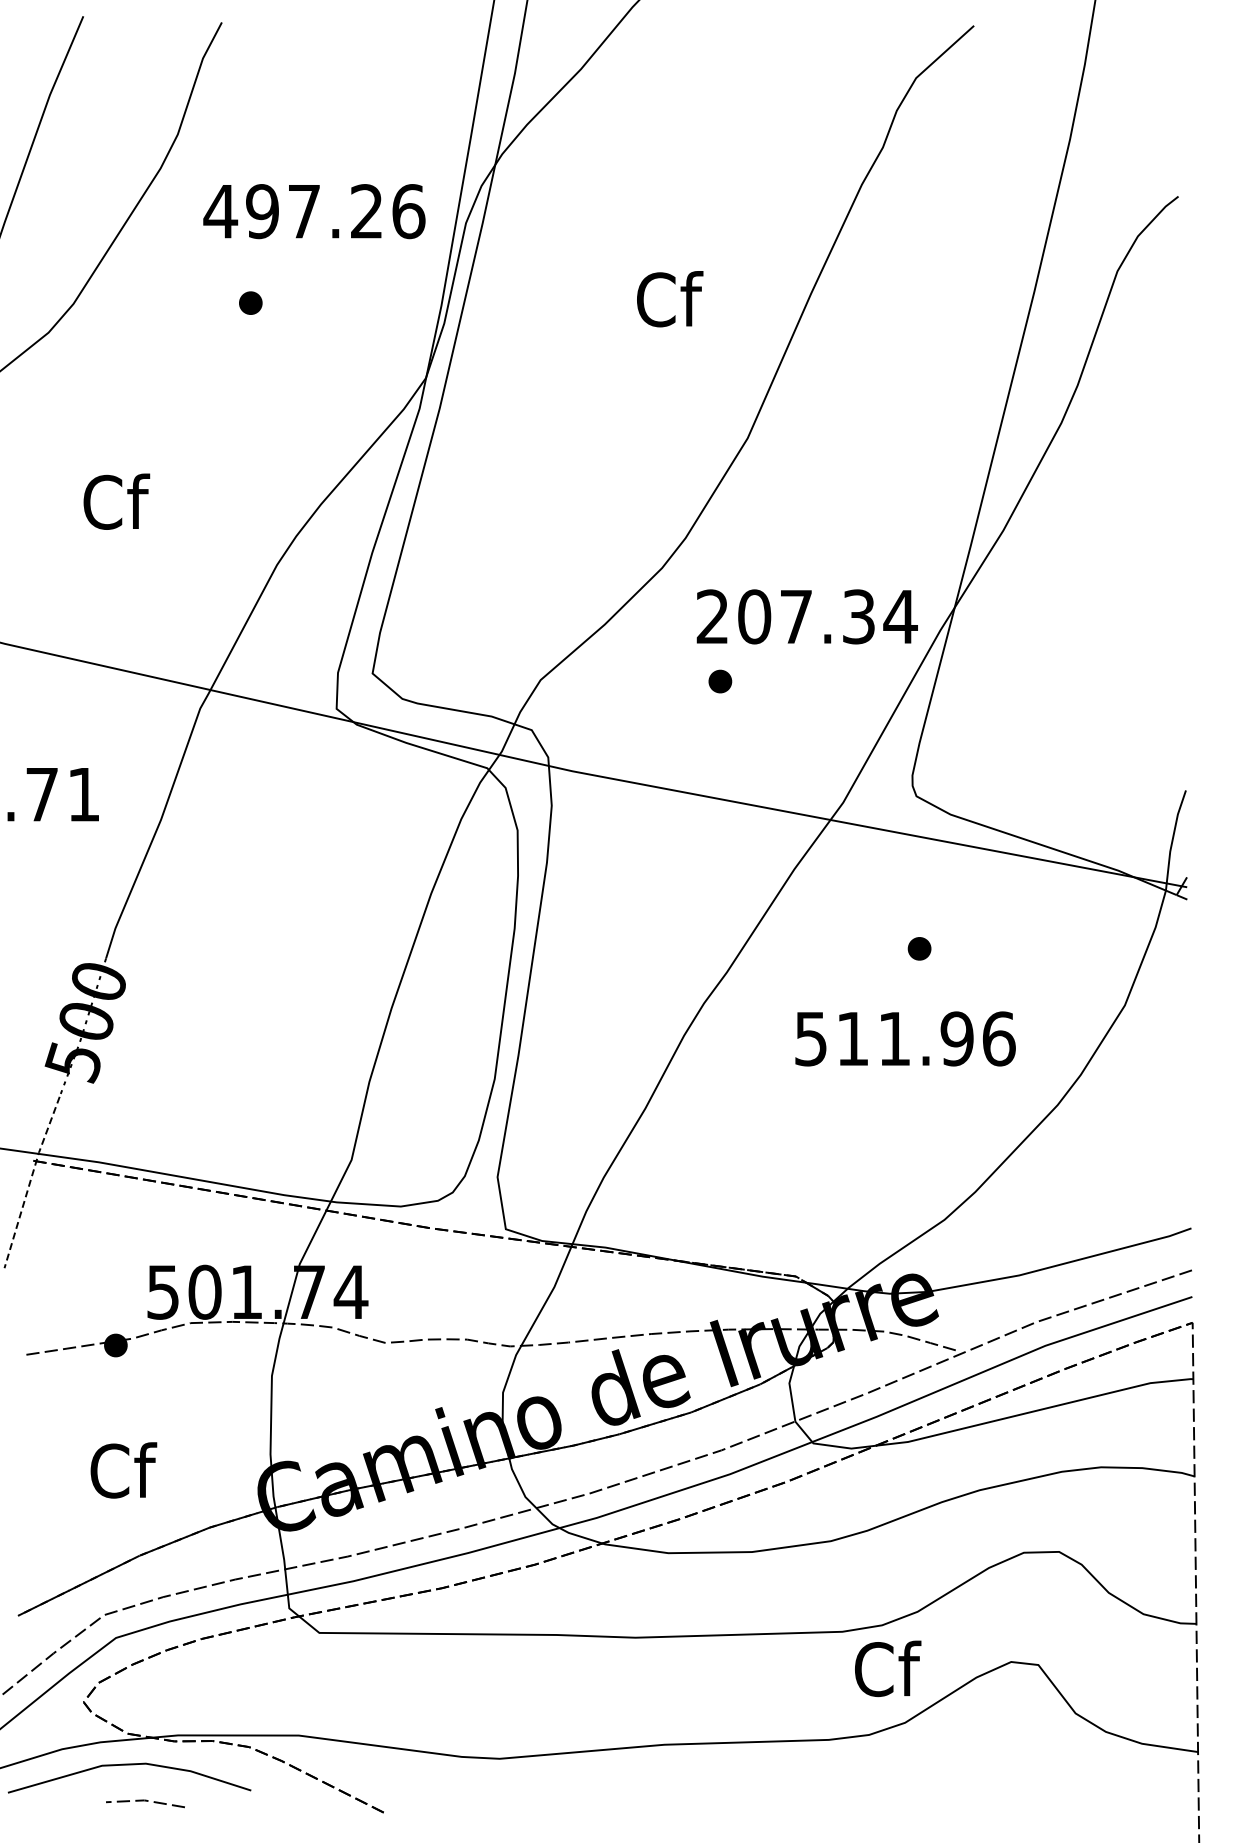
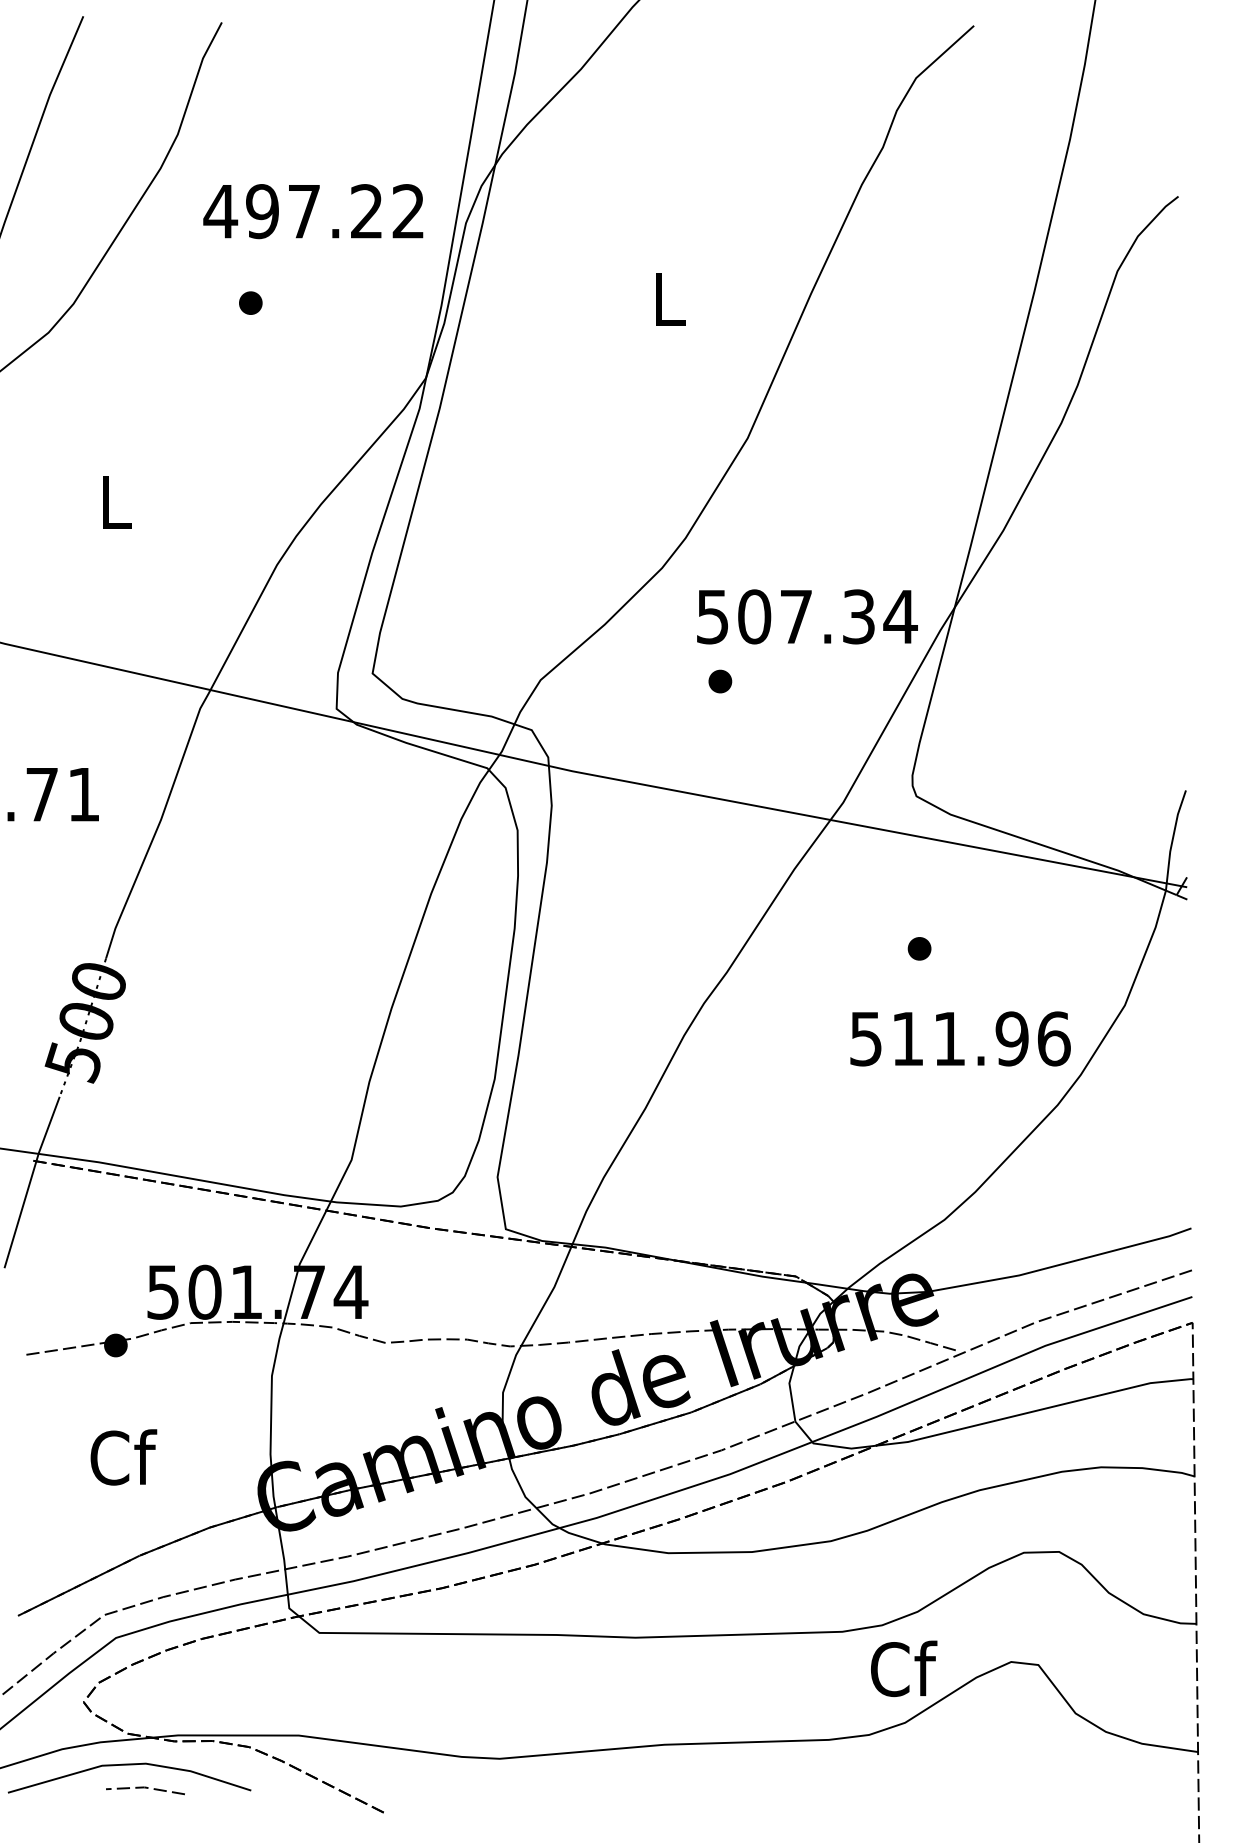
text at (408, 211): 497.26 -> 497.22
text at (670, 299): Cf -> L
text at (116, 501): Cf -> L
text at (711, 616): 207.34 -> 507.34
text at (905, 1038) position: (905, 1038) -> (960, 1038)
line at (30, 1181): dashed -> solid
text at (123, 1470) position: (123, 1470) -> (123, 1457)
text at (888, 1668) position: (888, 1668) -> (904, 1668)
line at (145, 1801) position: (145, 1801) -> (145, 1788)
